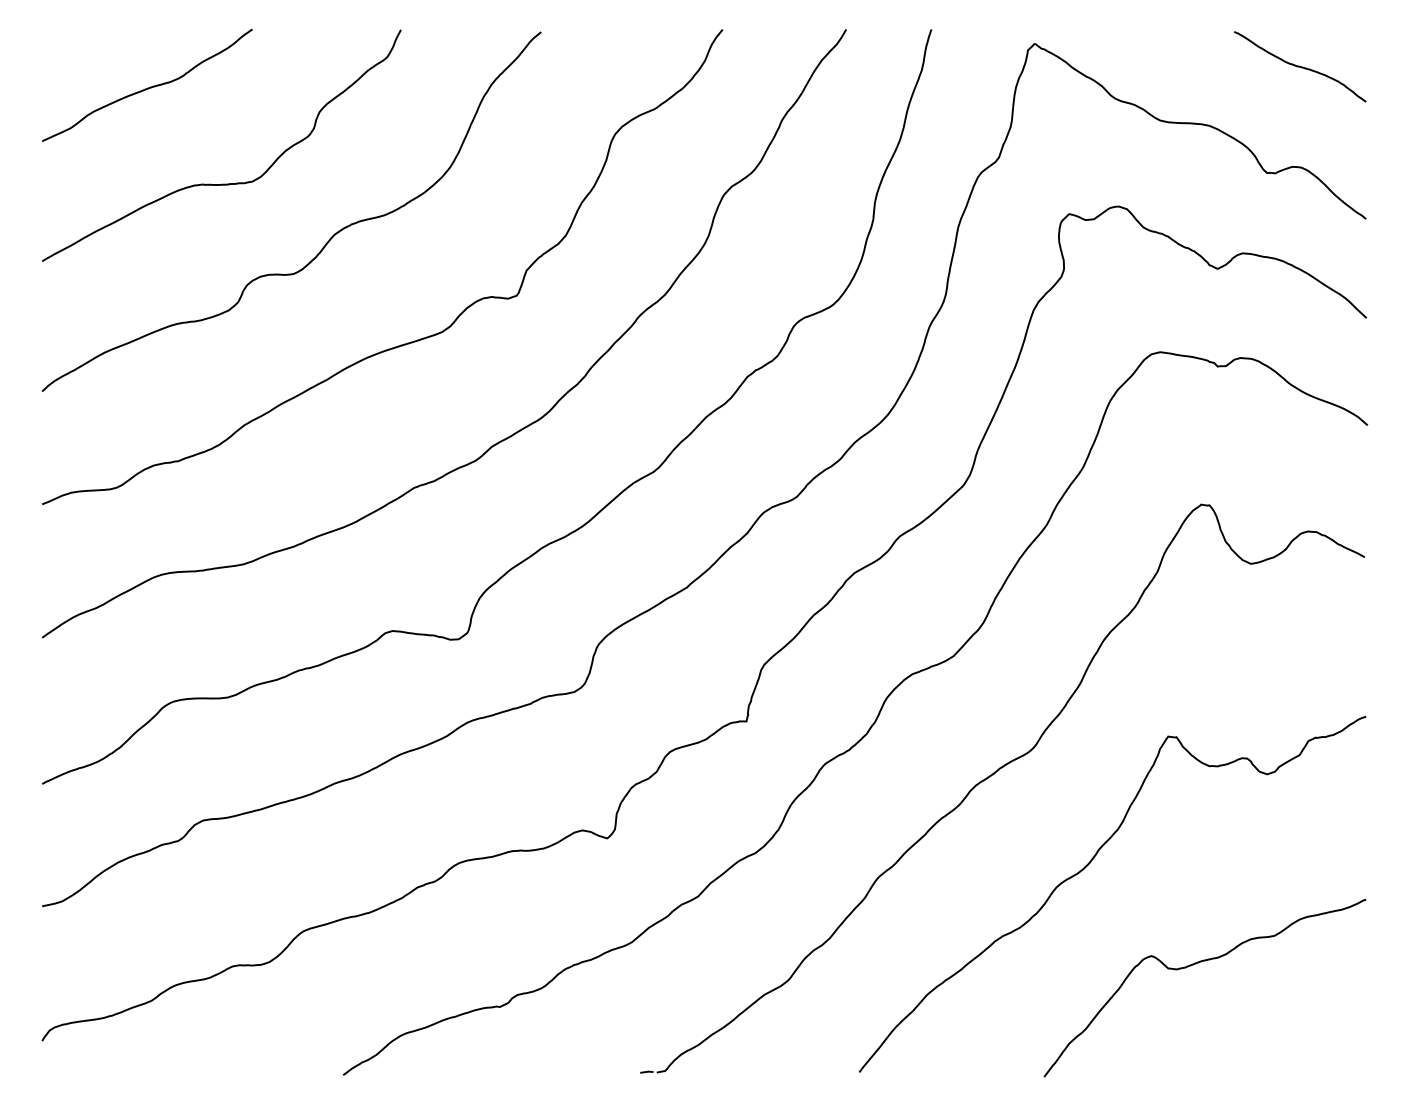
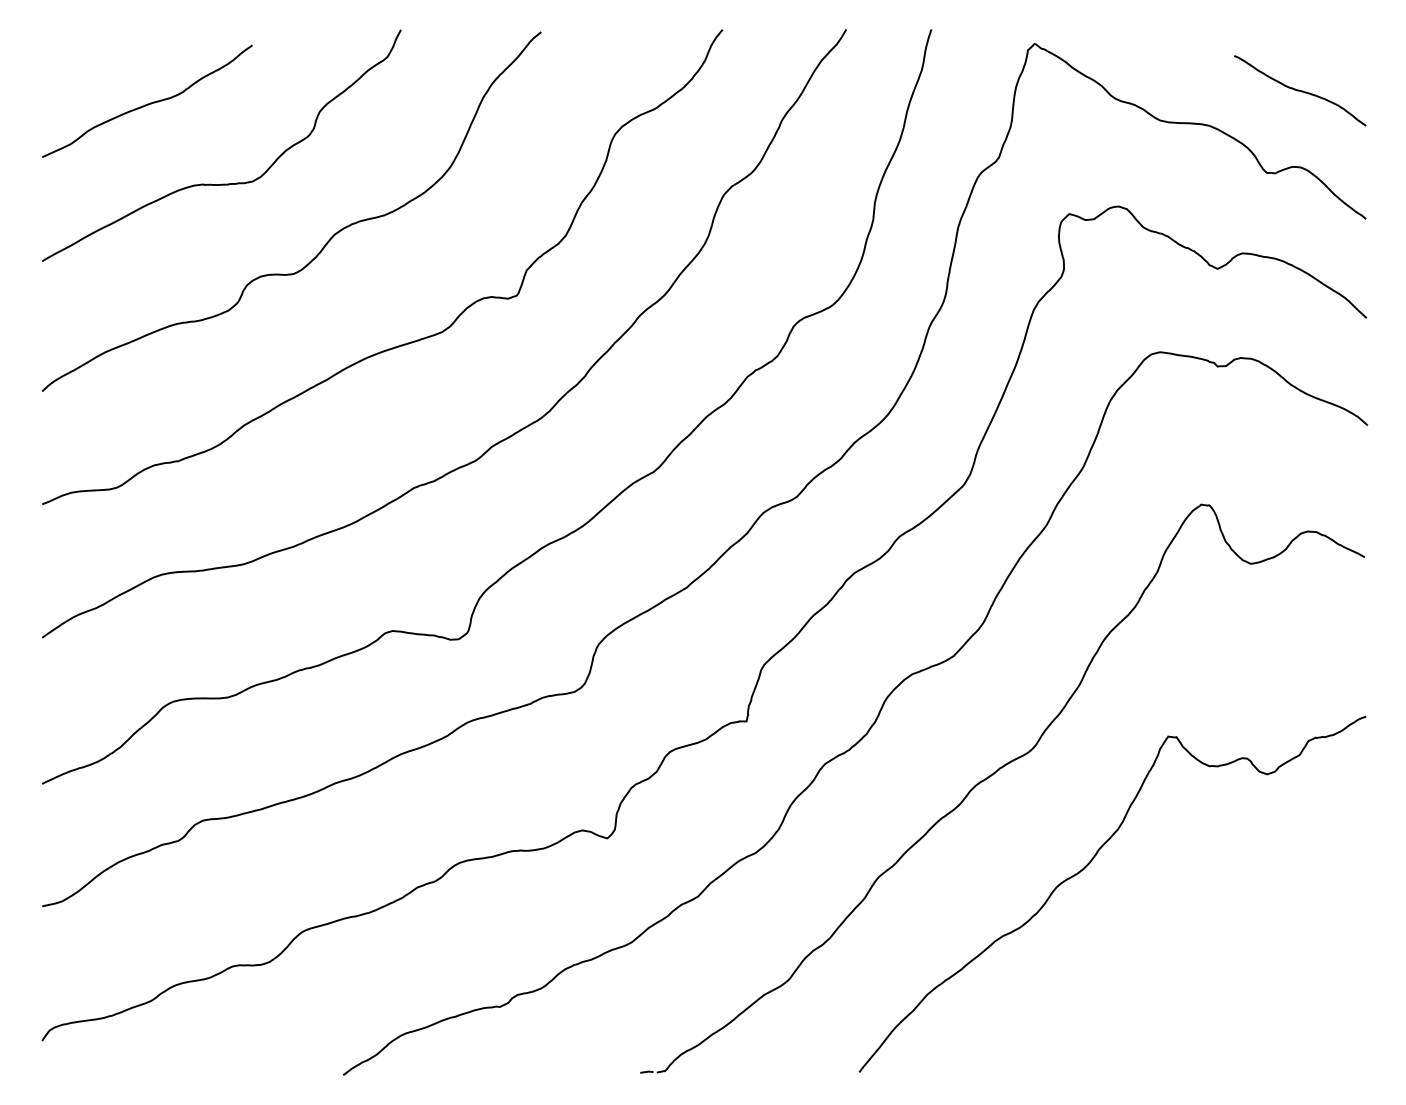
curve at (1300, 66) position: (1300, 66) -> (1300, 90)
curve at (147, 87) position: (147, 87) -> (147, 103)
curve at (1196, 964): present -> none
